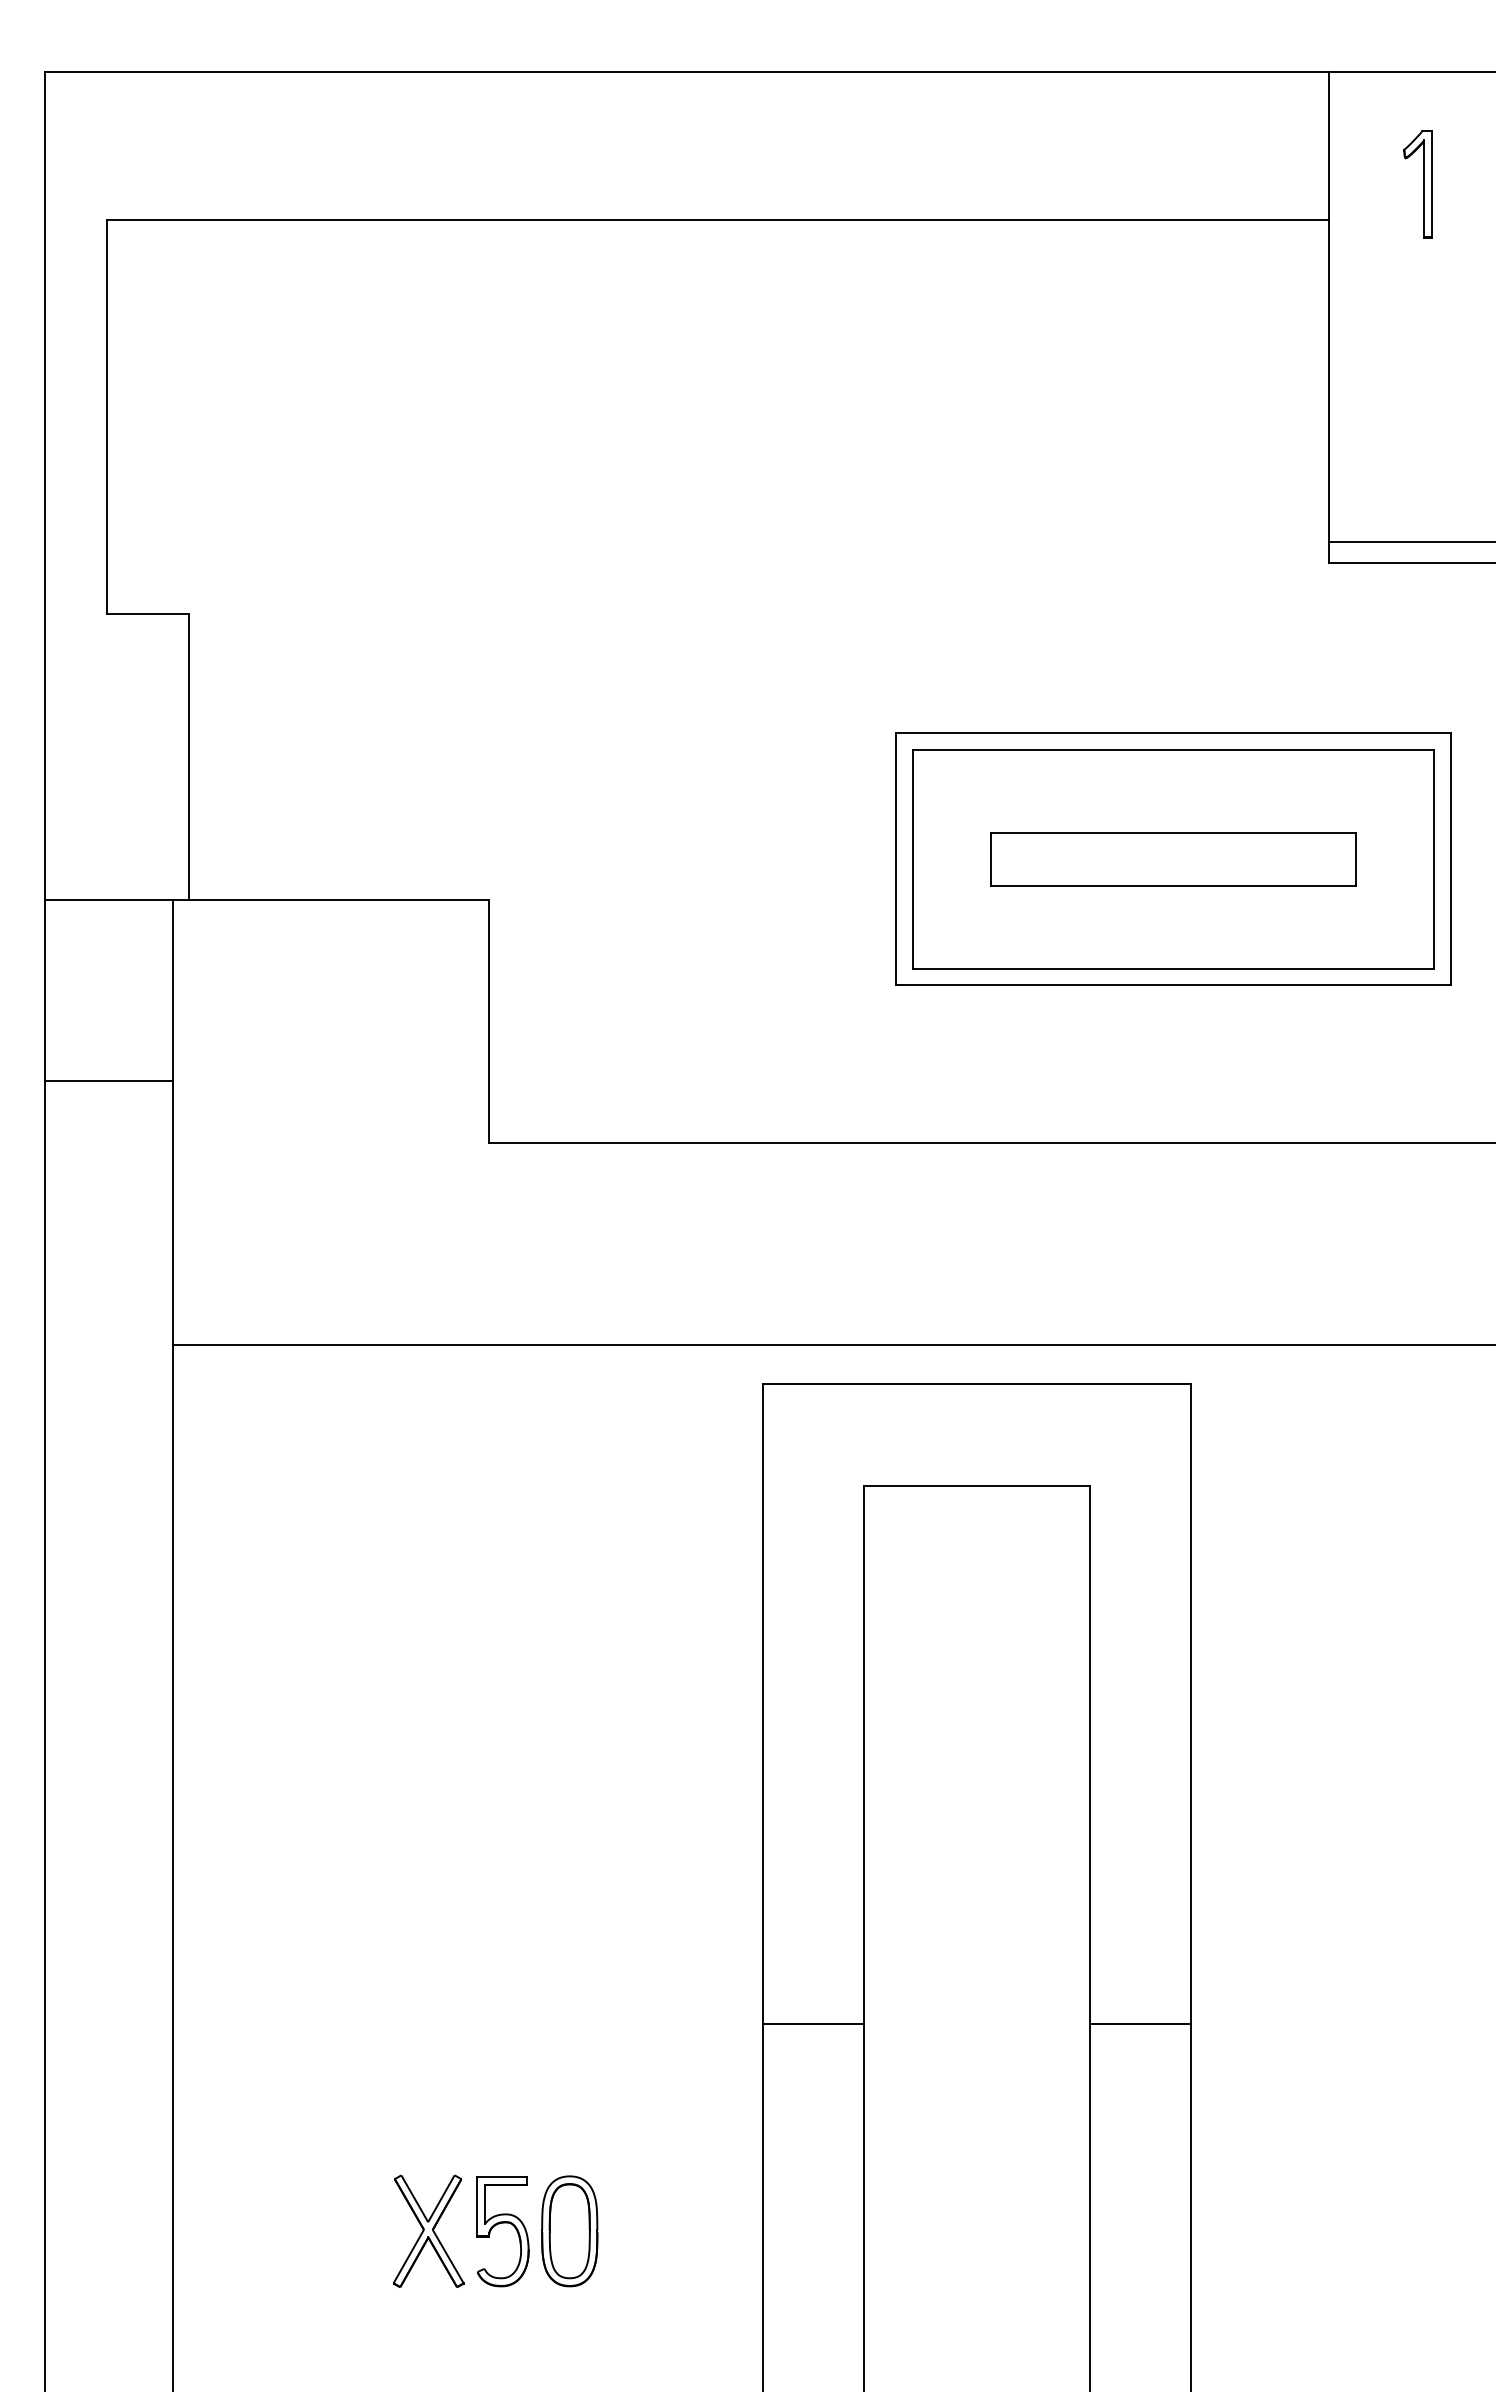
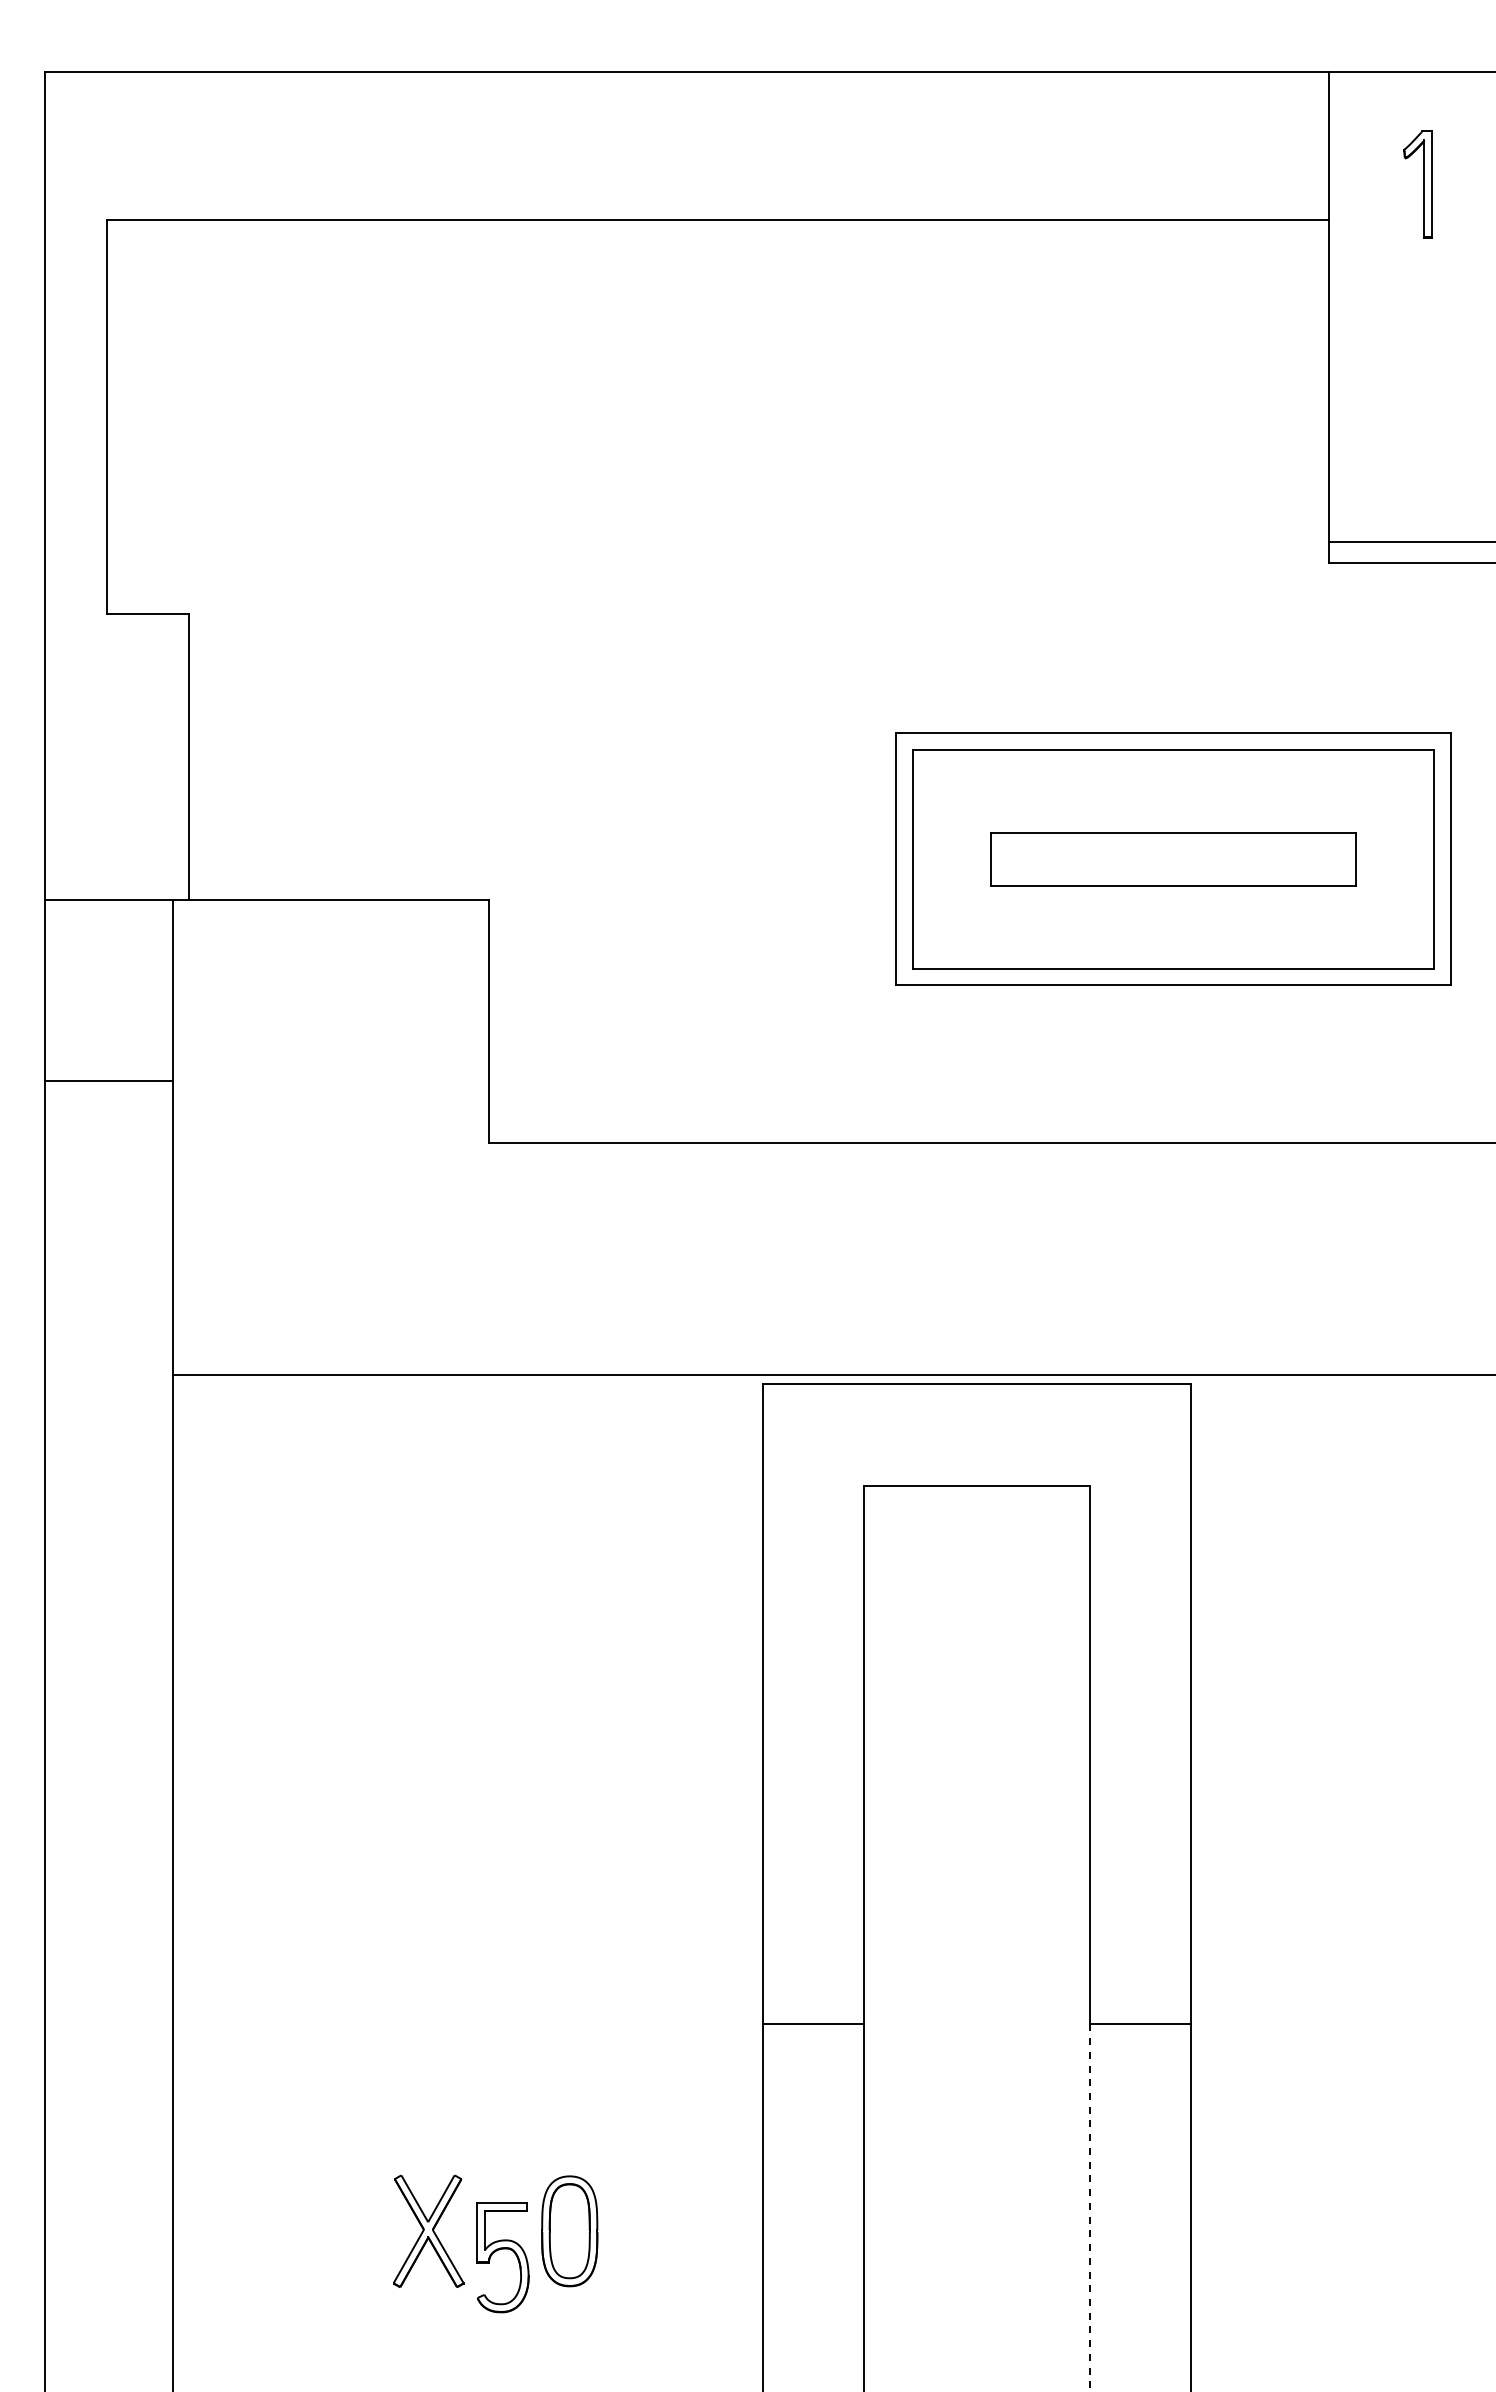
line at (832, 1344) position: (832, 1344) -> (832, 1374)
line at (1090, 2208): solid -> dashed
part at (499, 2224) position: (499, 2224) -> (499, 2250)
